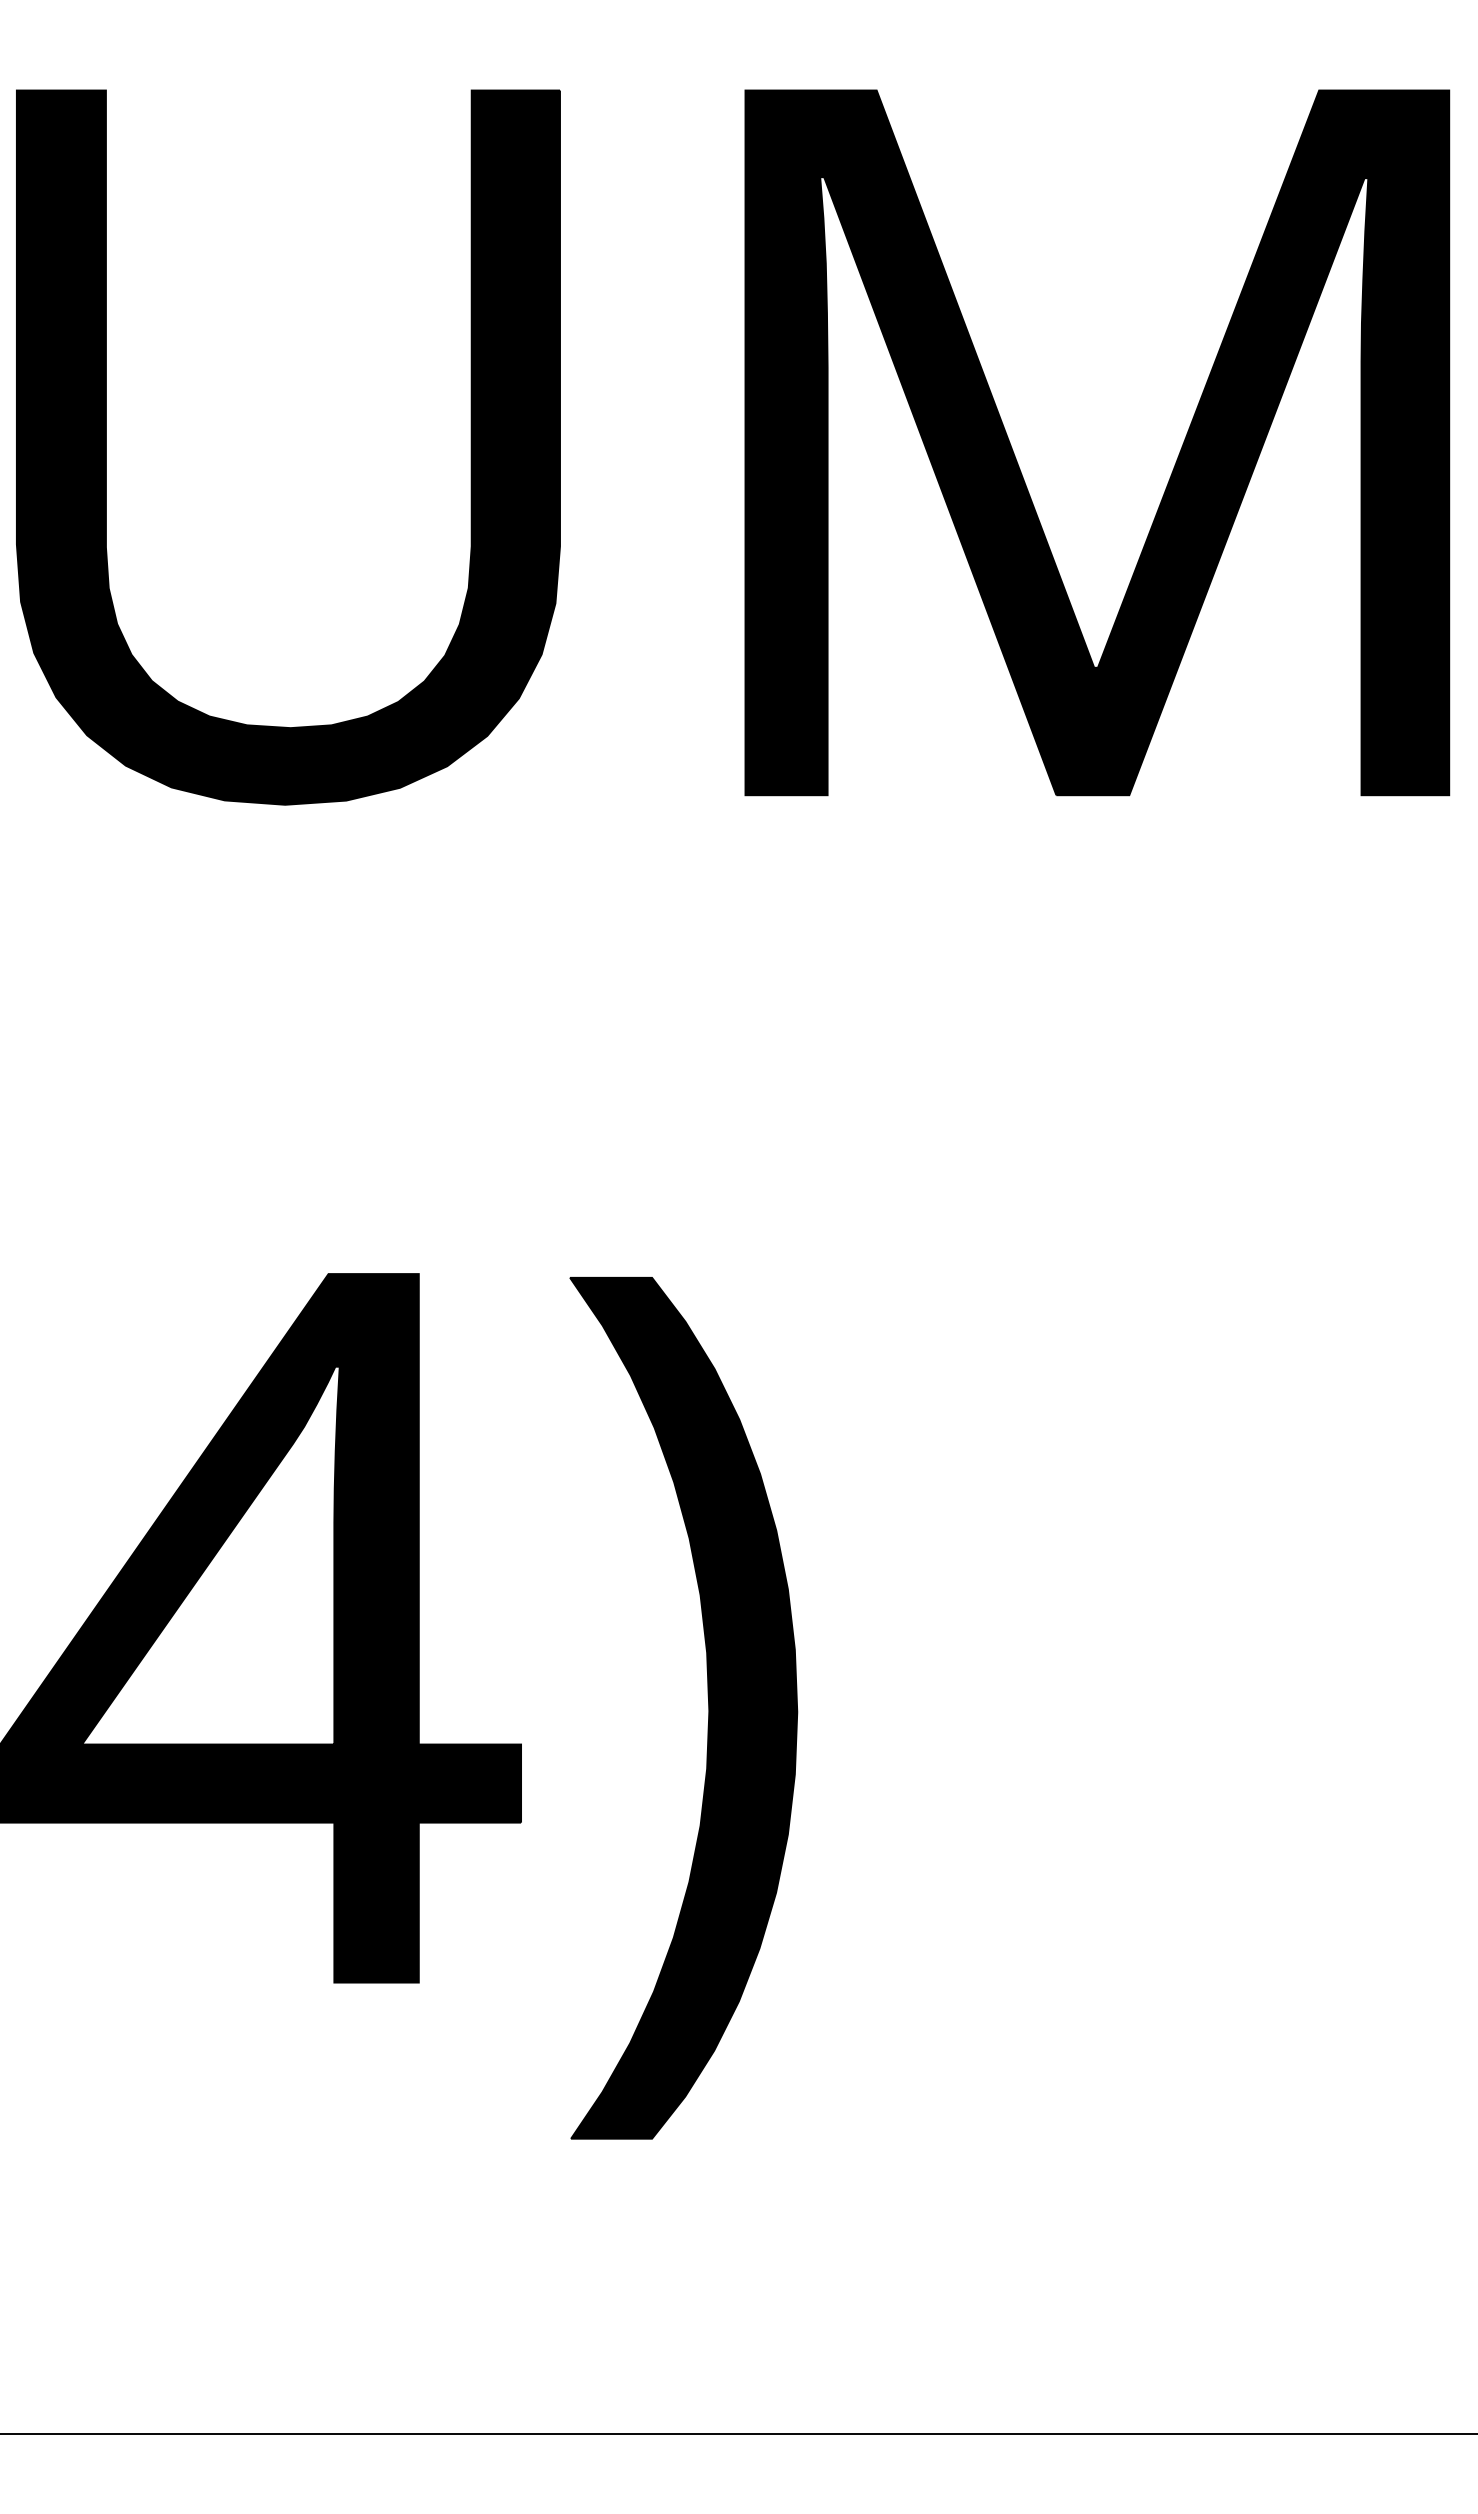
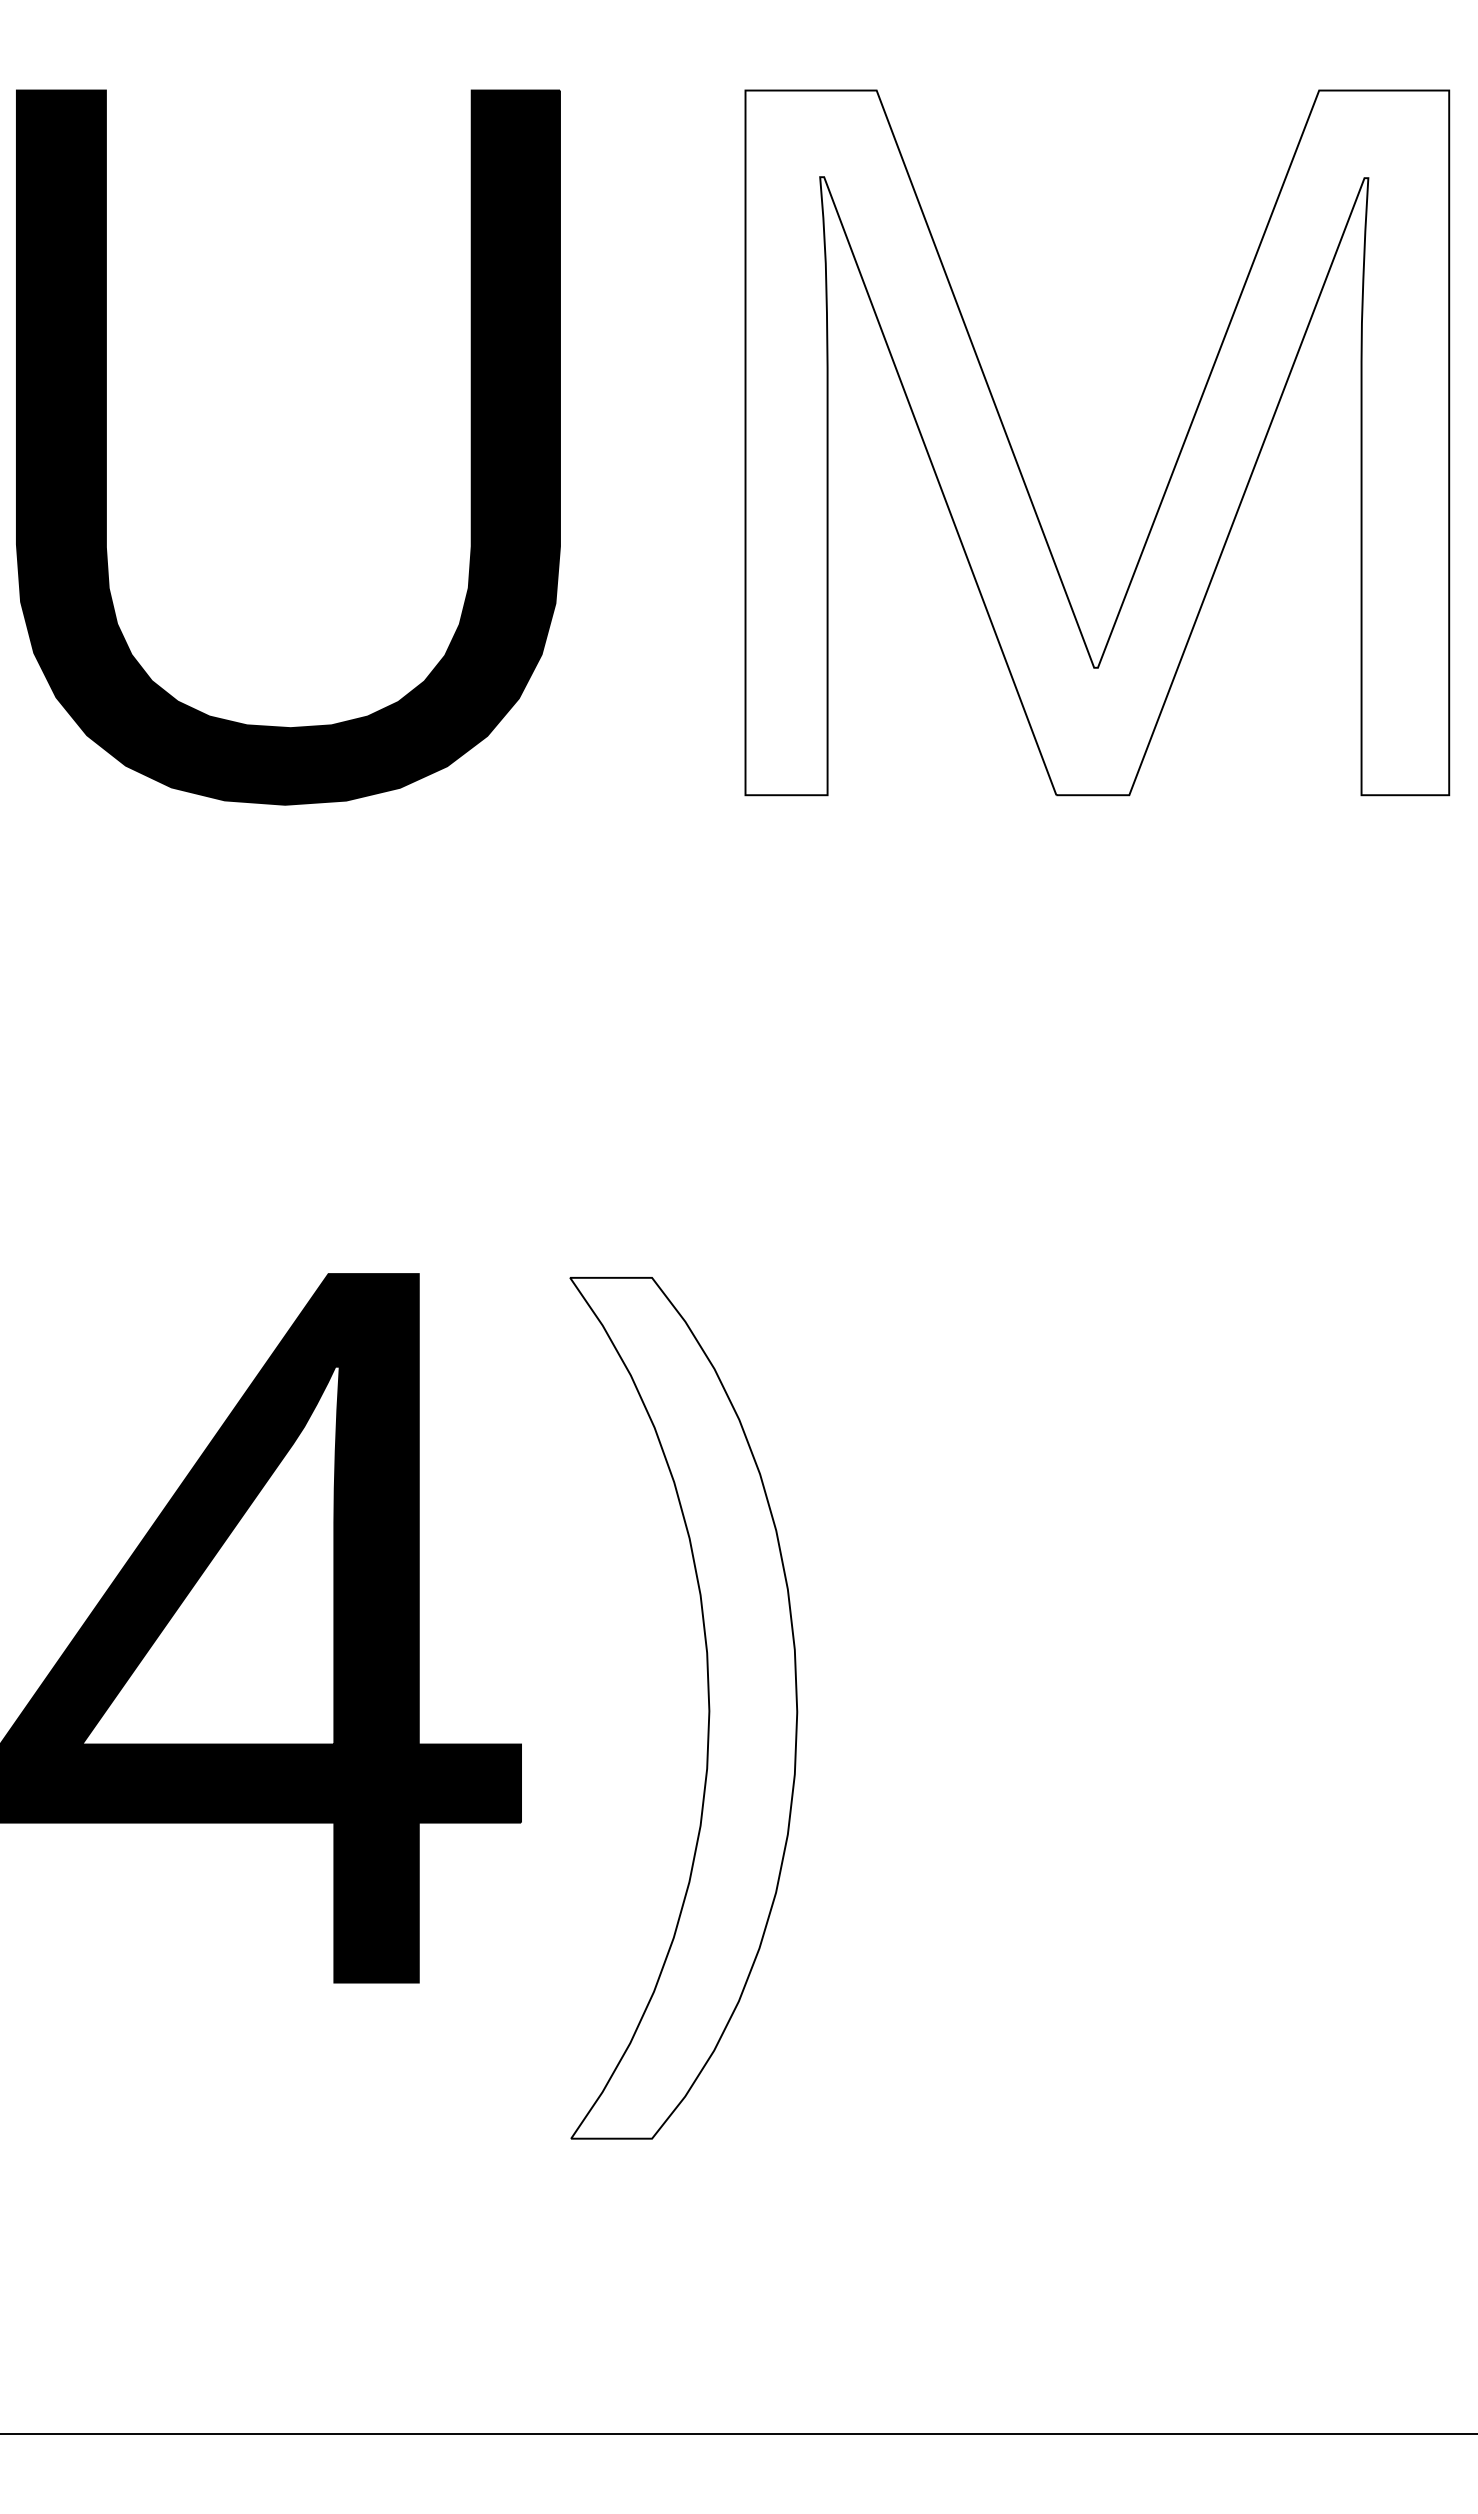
fill at (1097, 442): present -> none
fill at (683, 1707): present -> none
